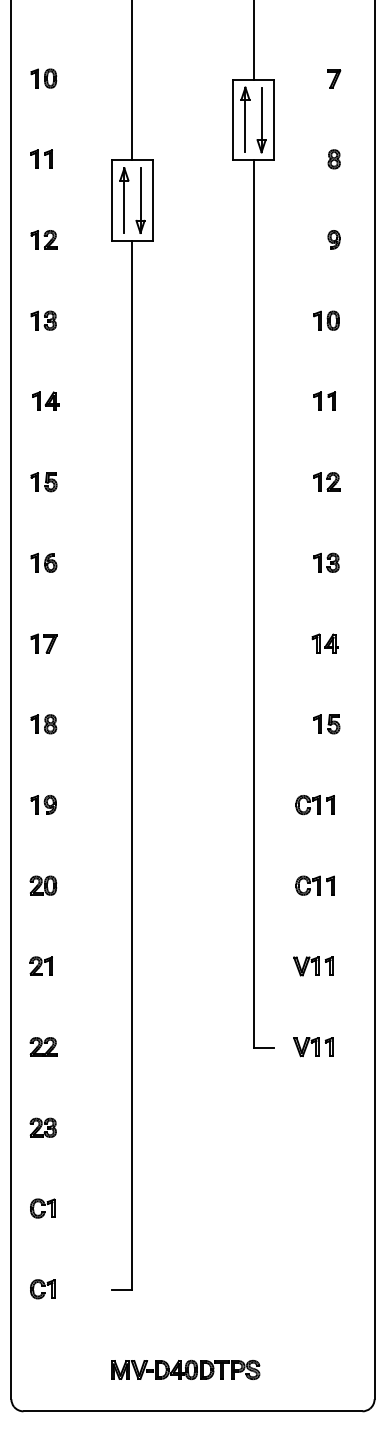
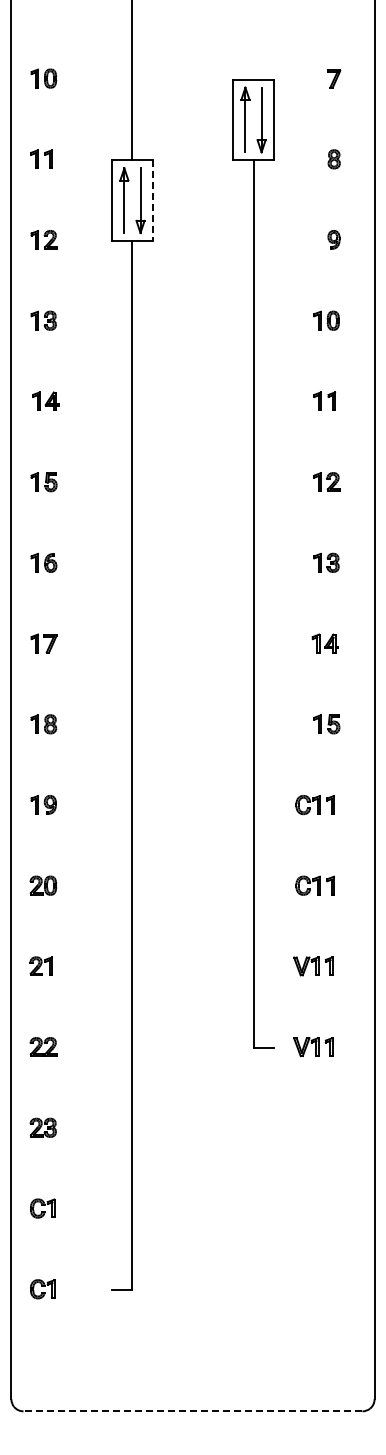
line at (253, 40): present -> none
line at (152, 201): solid -> dashed
part at (185, 1369): present -> none
line at (192, 1411): solid -> dashed
